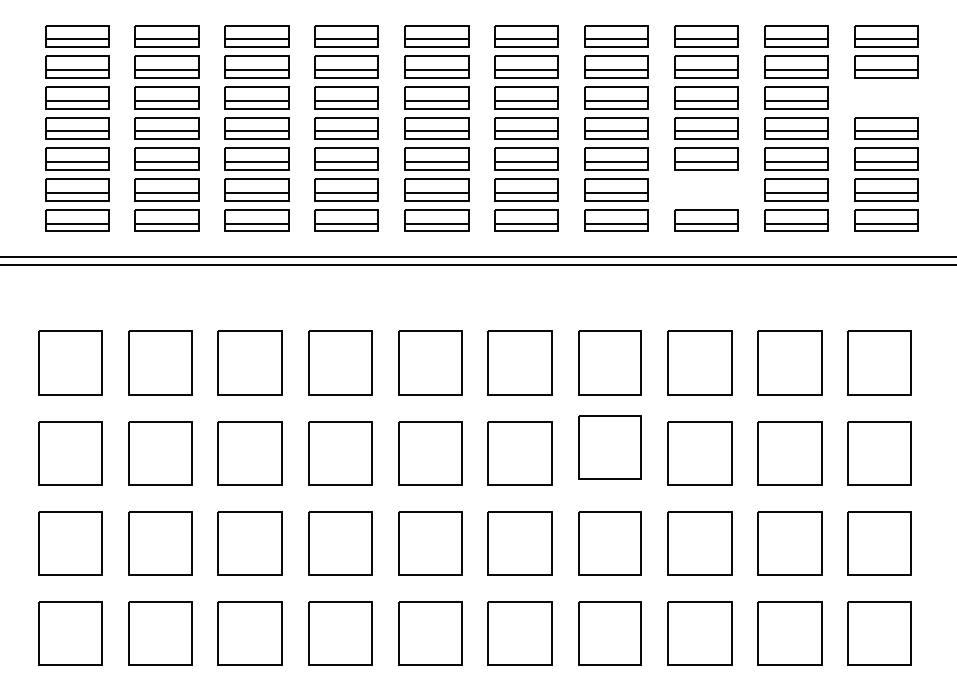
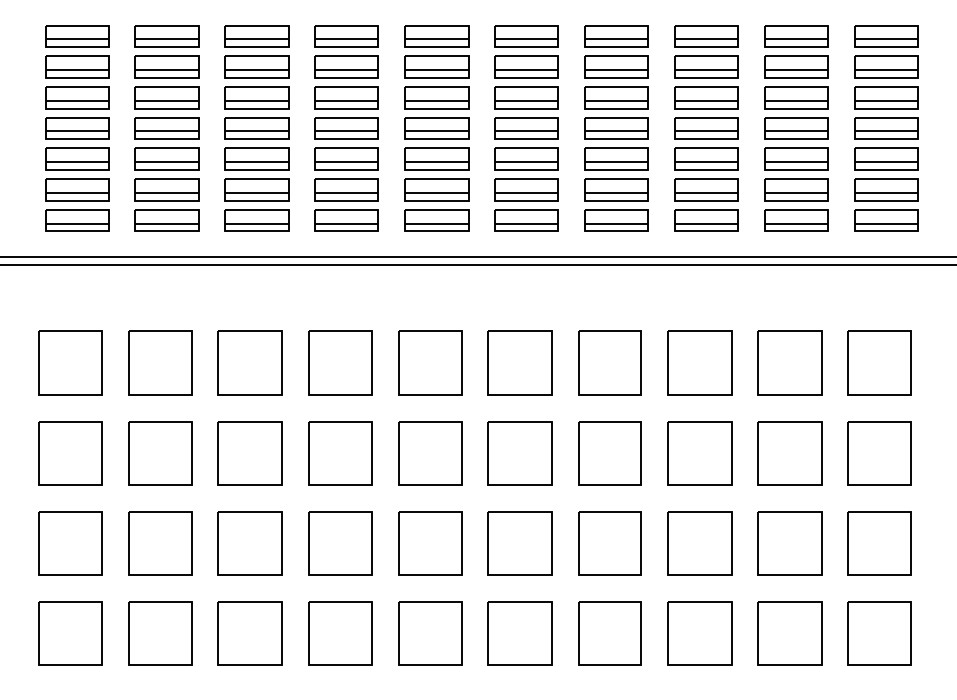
part at (886, 97): none -> present
part at (706, 189): none -> present
part at (609, 447) position: (609, 447) -> (609, 453)
